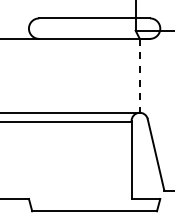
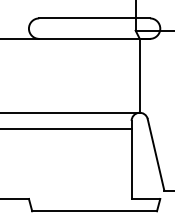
line at (139, 75): dashed -> solid
line at (66, 122) position: (66, 122) -> (66, 129)
